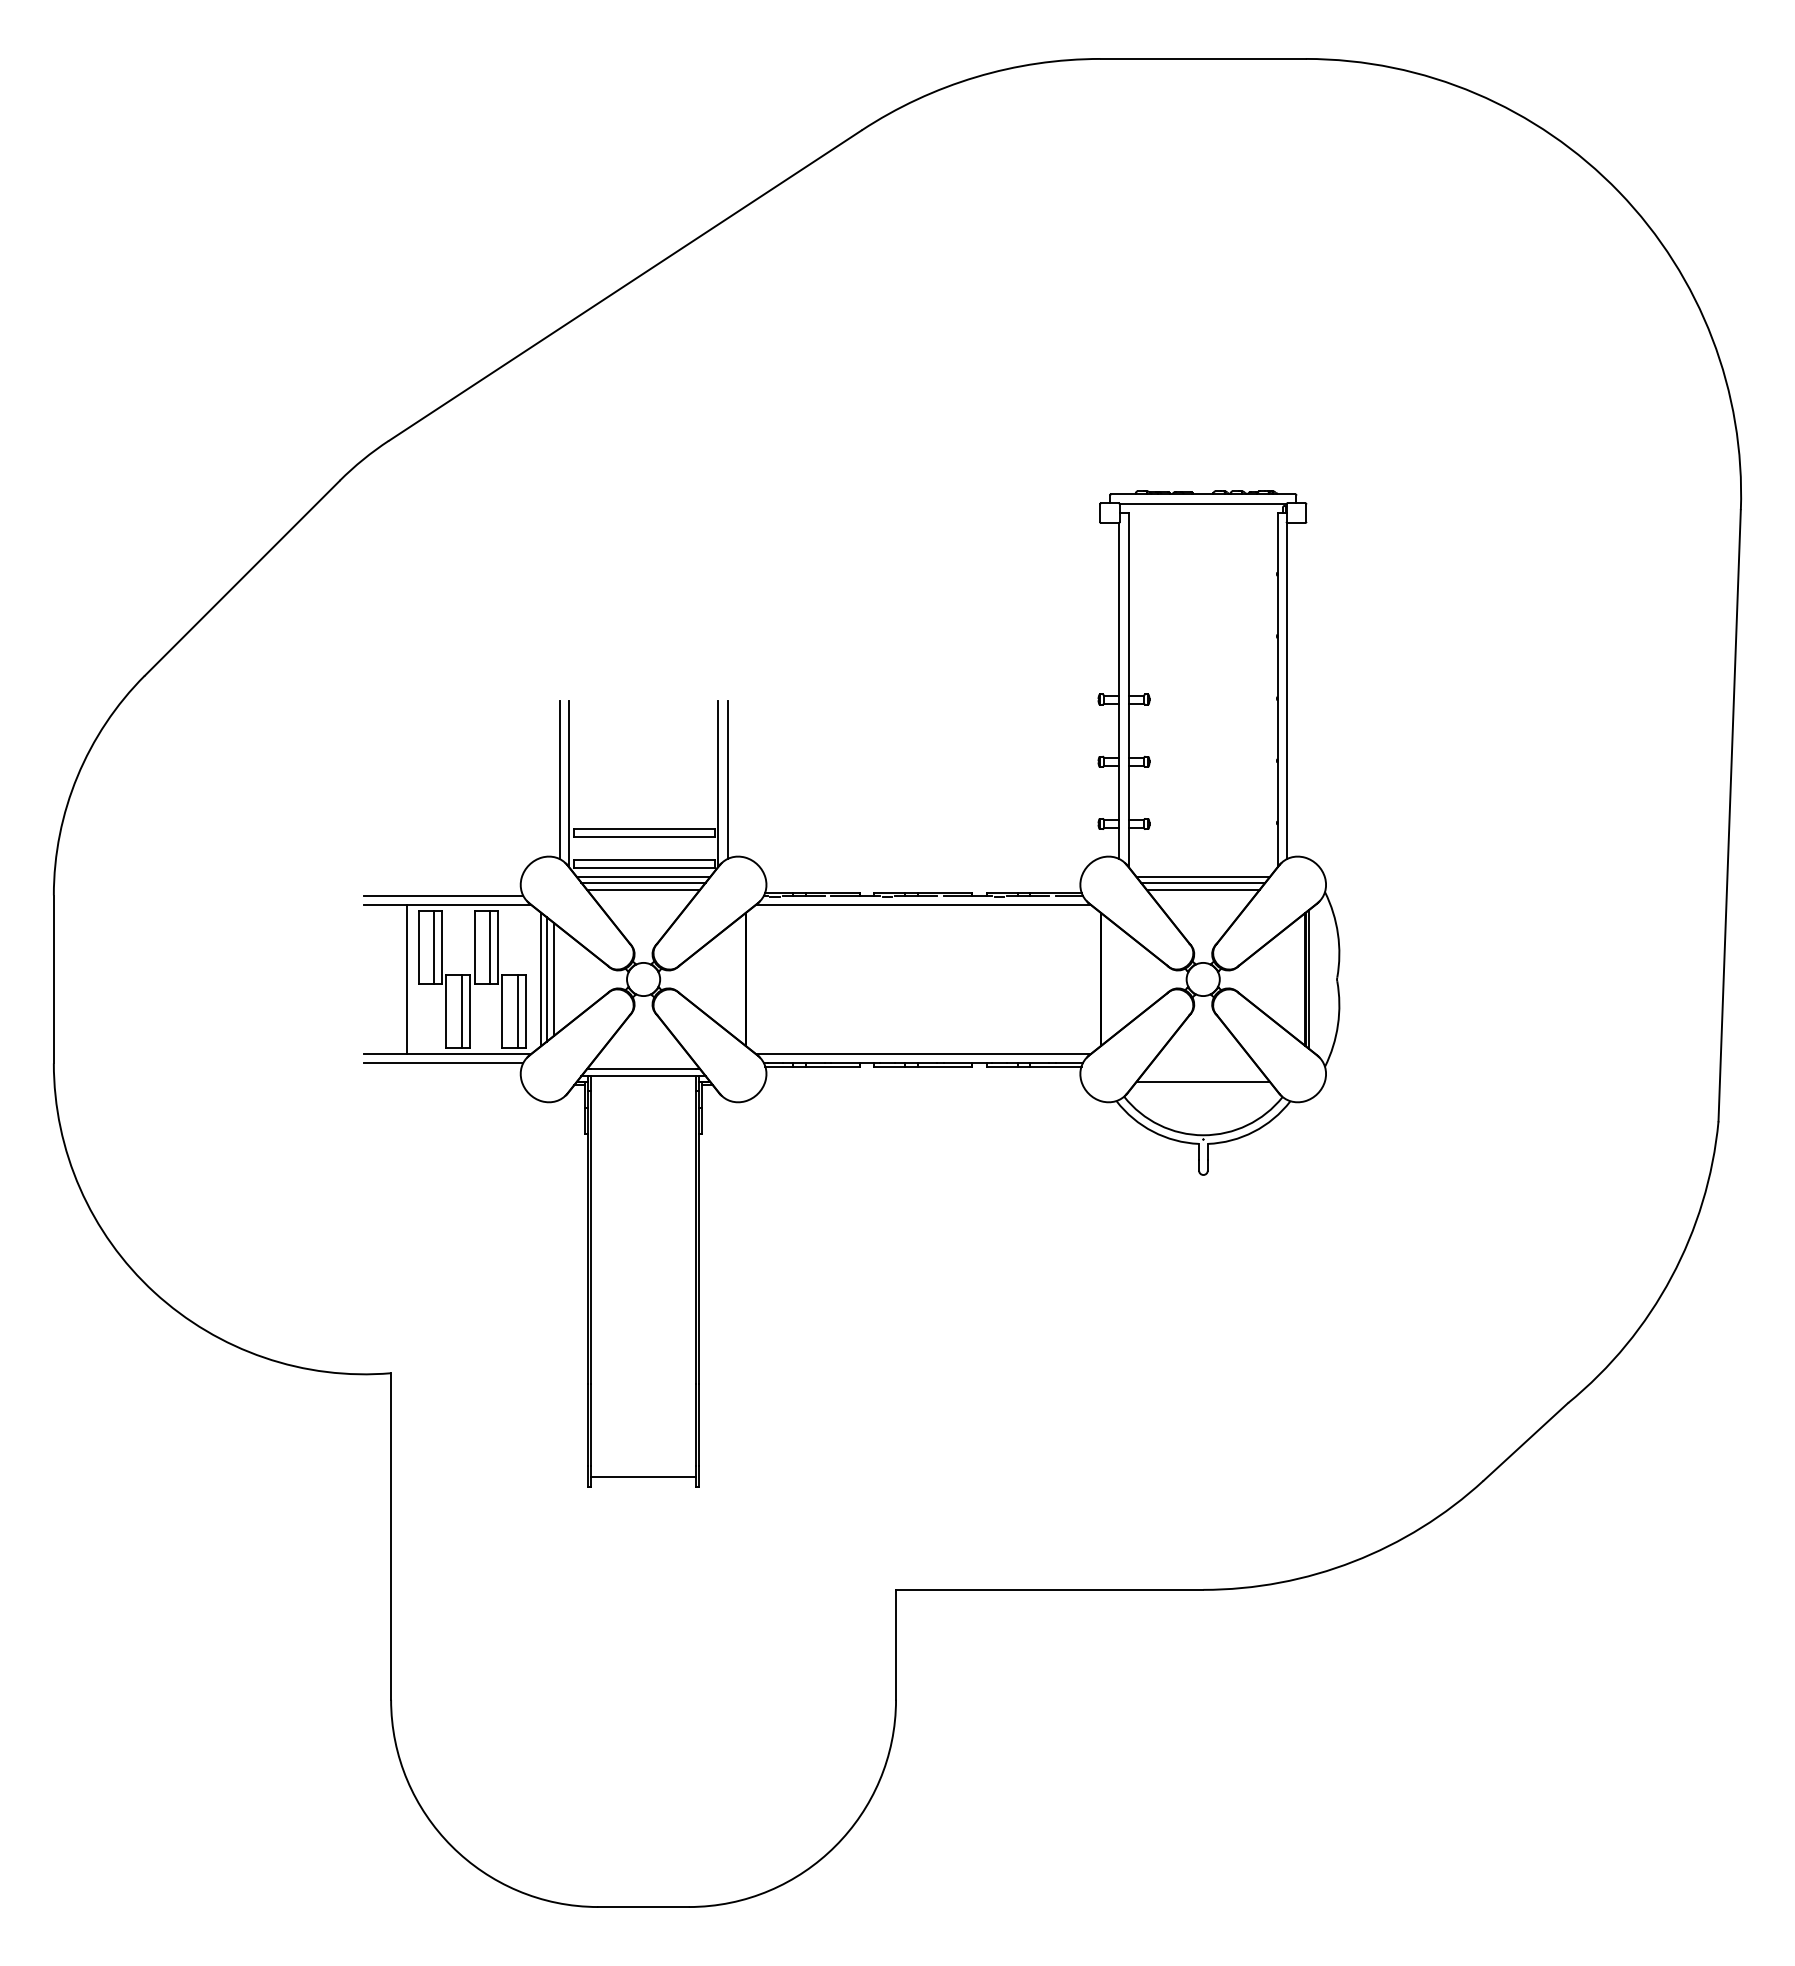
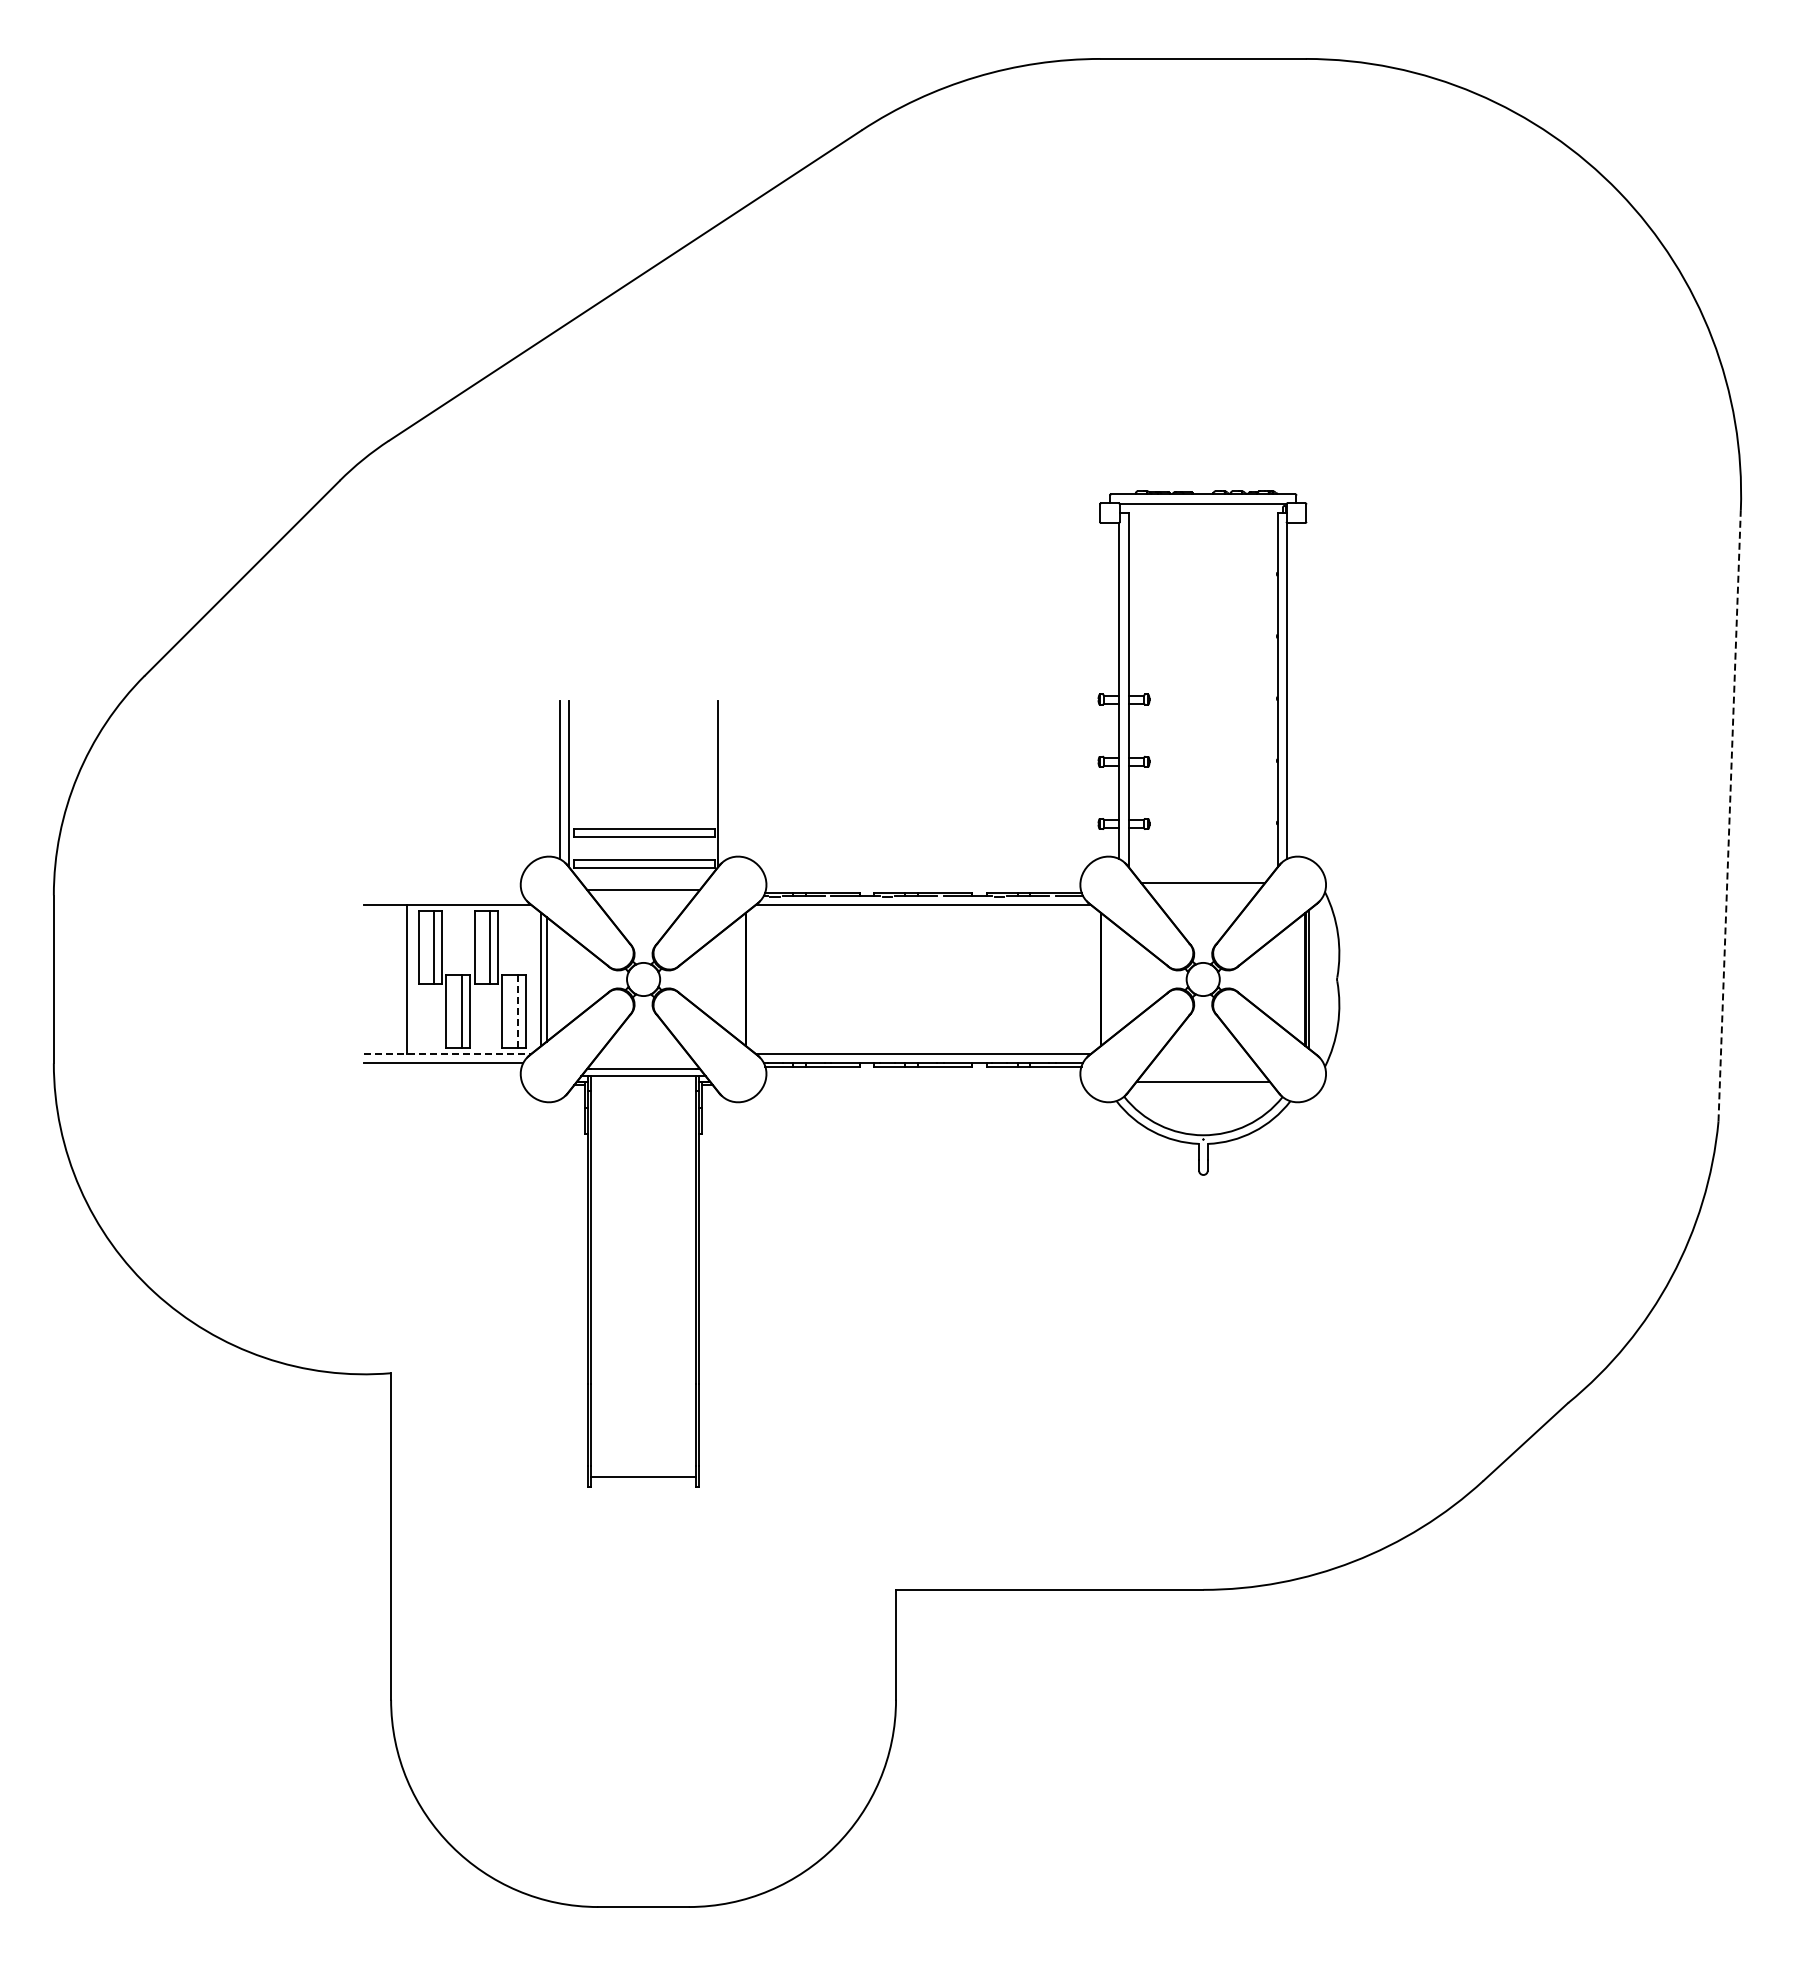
line at (727, 779): present -> none
line at (1729, 815): solid -> dashed
line at (643, 877): present -> none
line at (1202, 877): present -> none
line at (643, 882): present -> none
line at (1202, 889): present -> none
line at (443, 895): present -> none
line at (553, 979): present -> none
line at (517, 1010): solid -> dashed
line at (447, 1053): solid -> dashed
